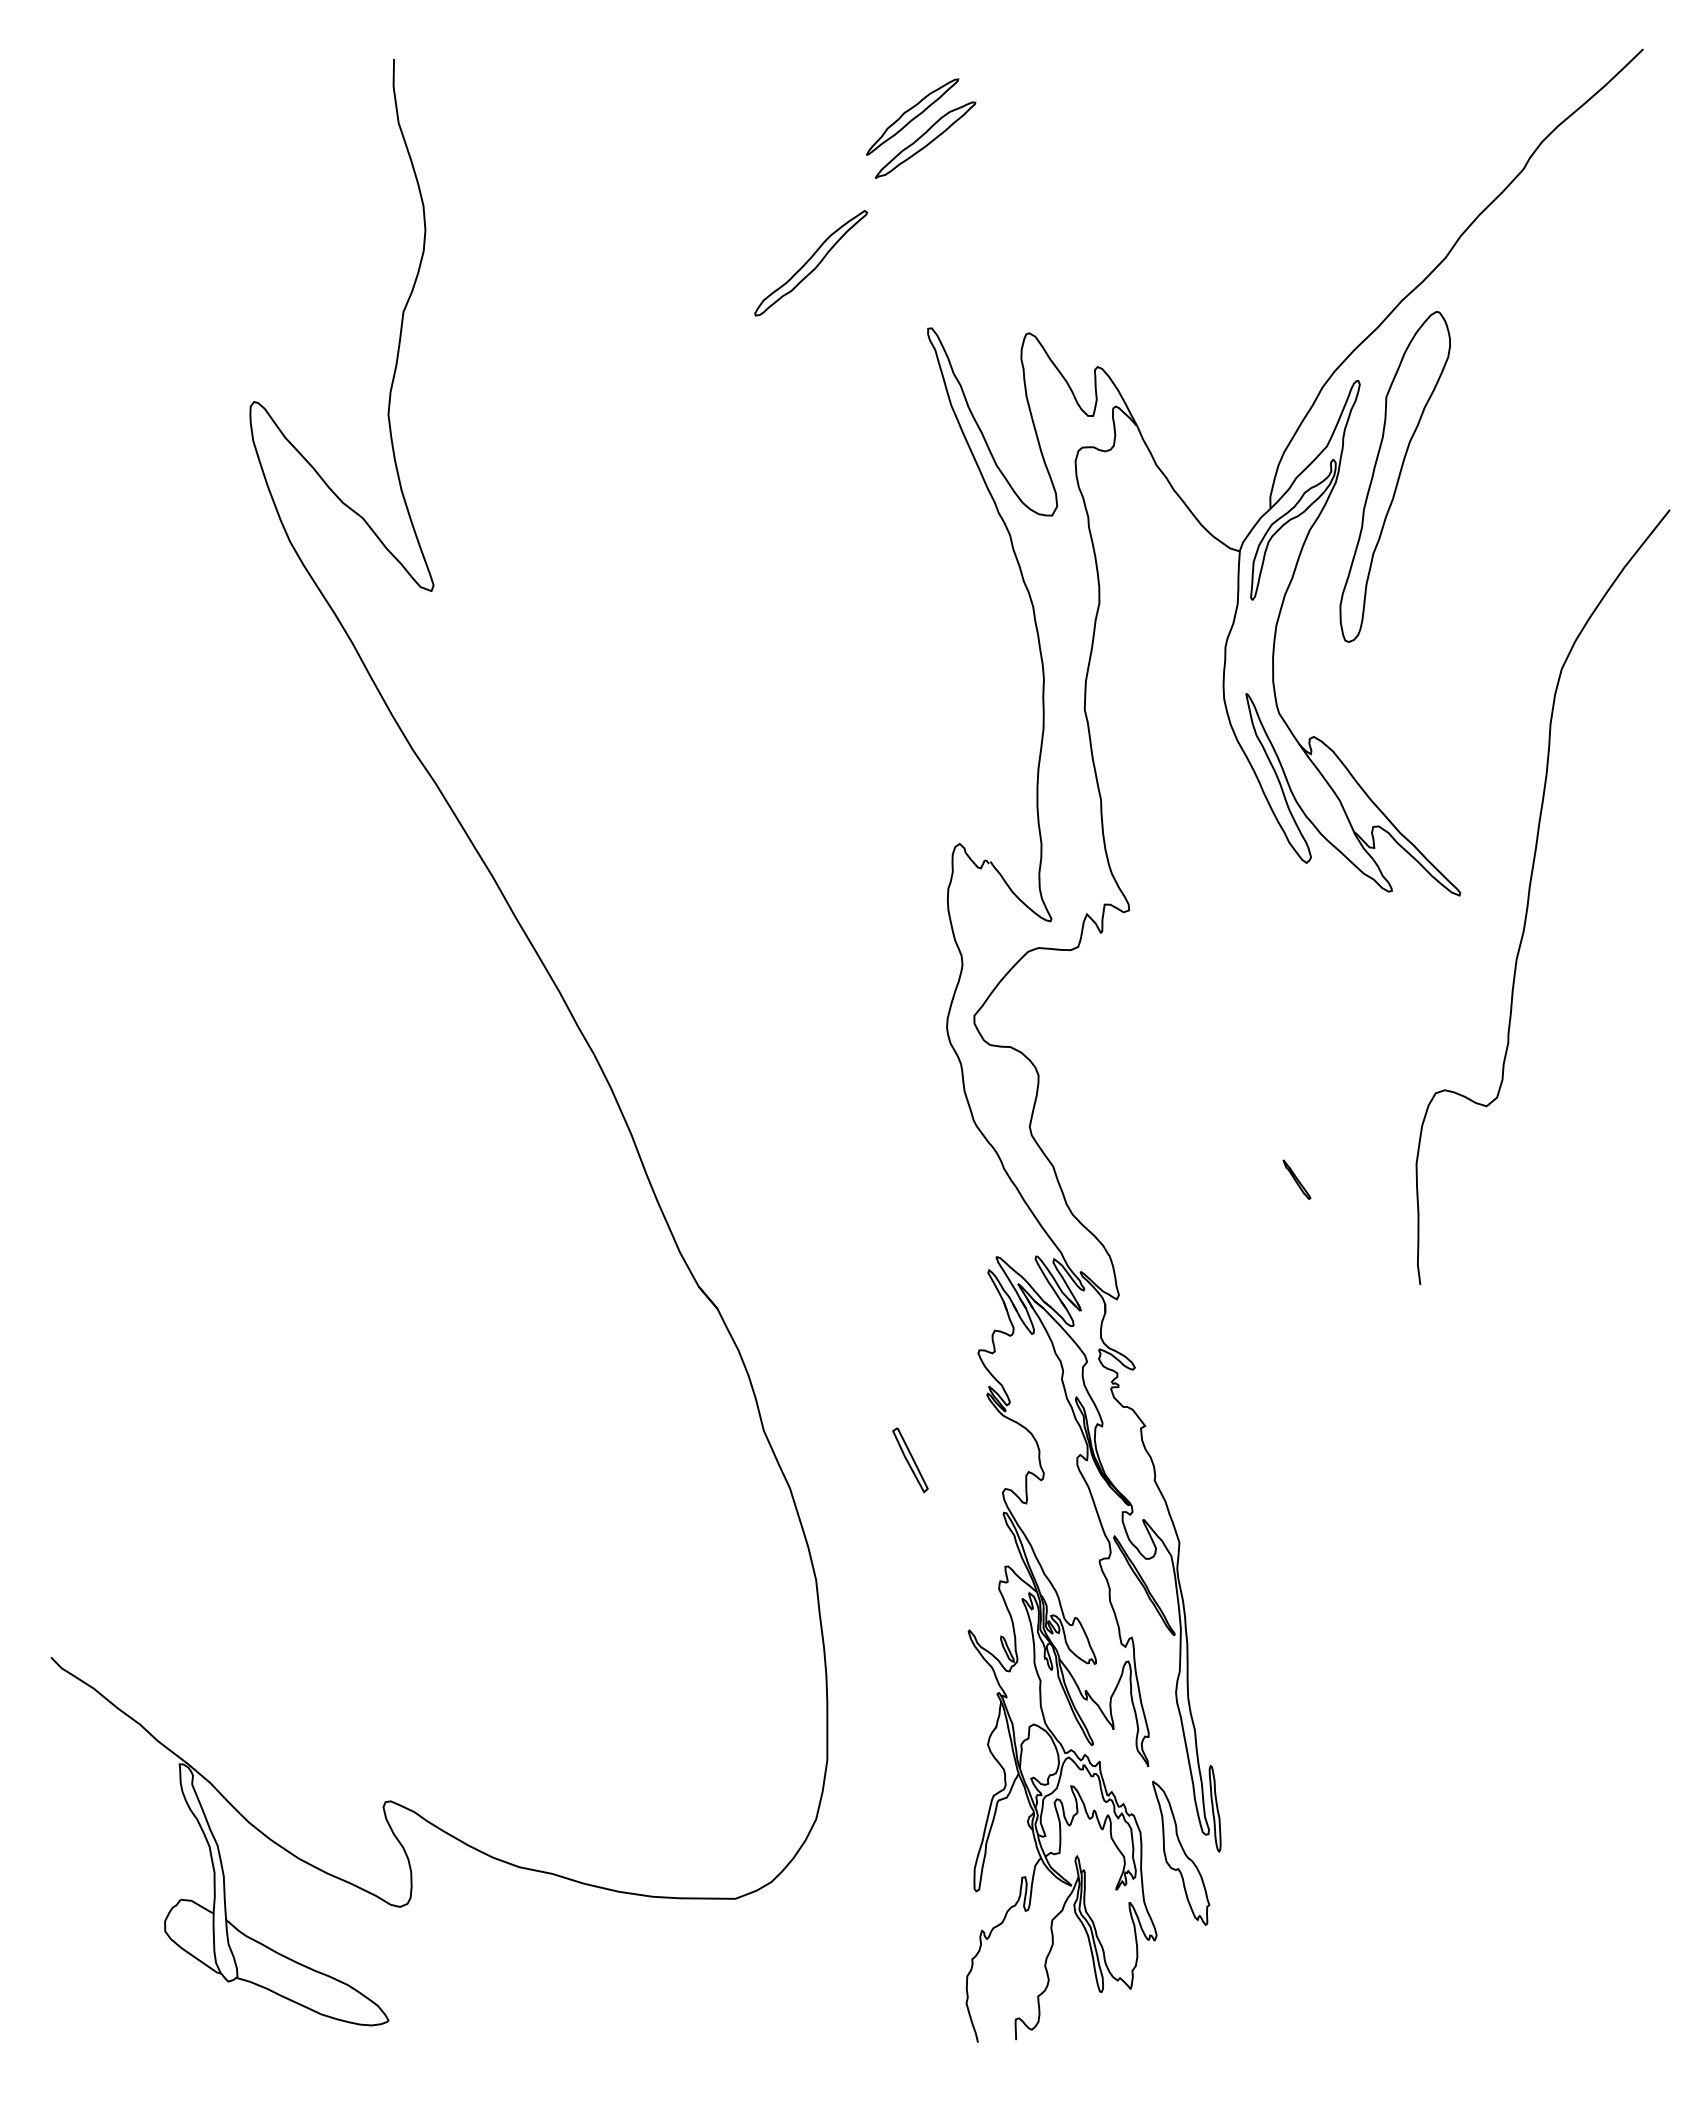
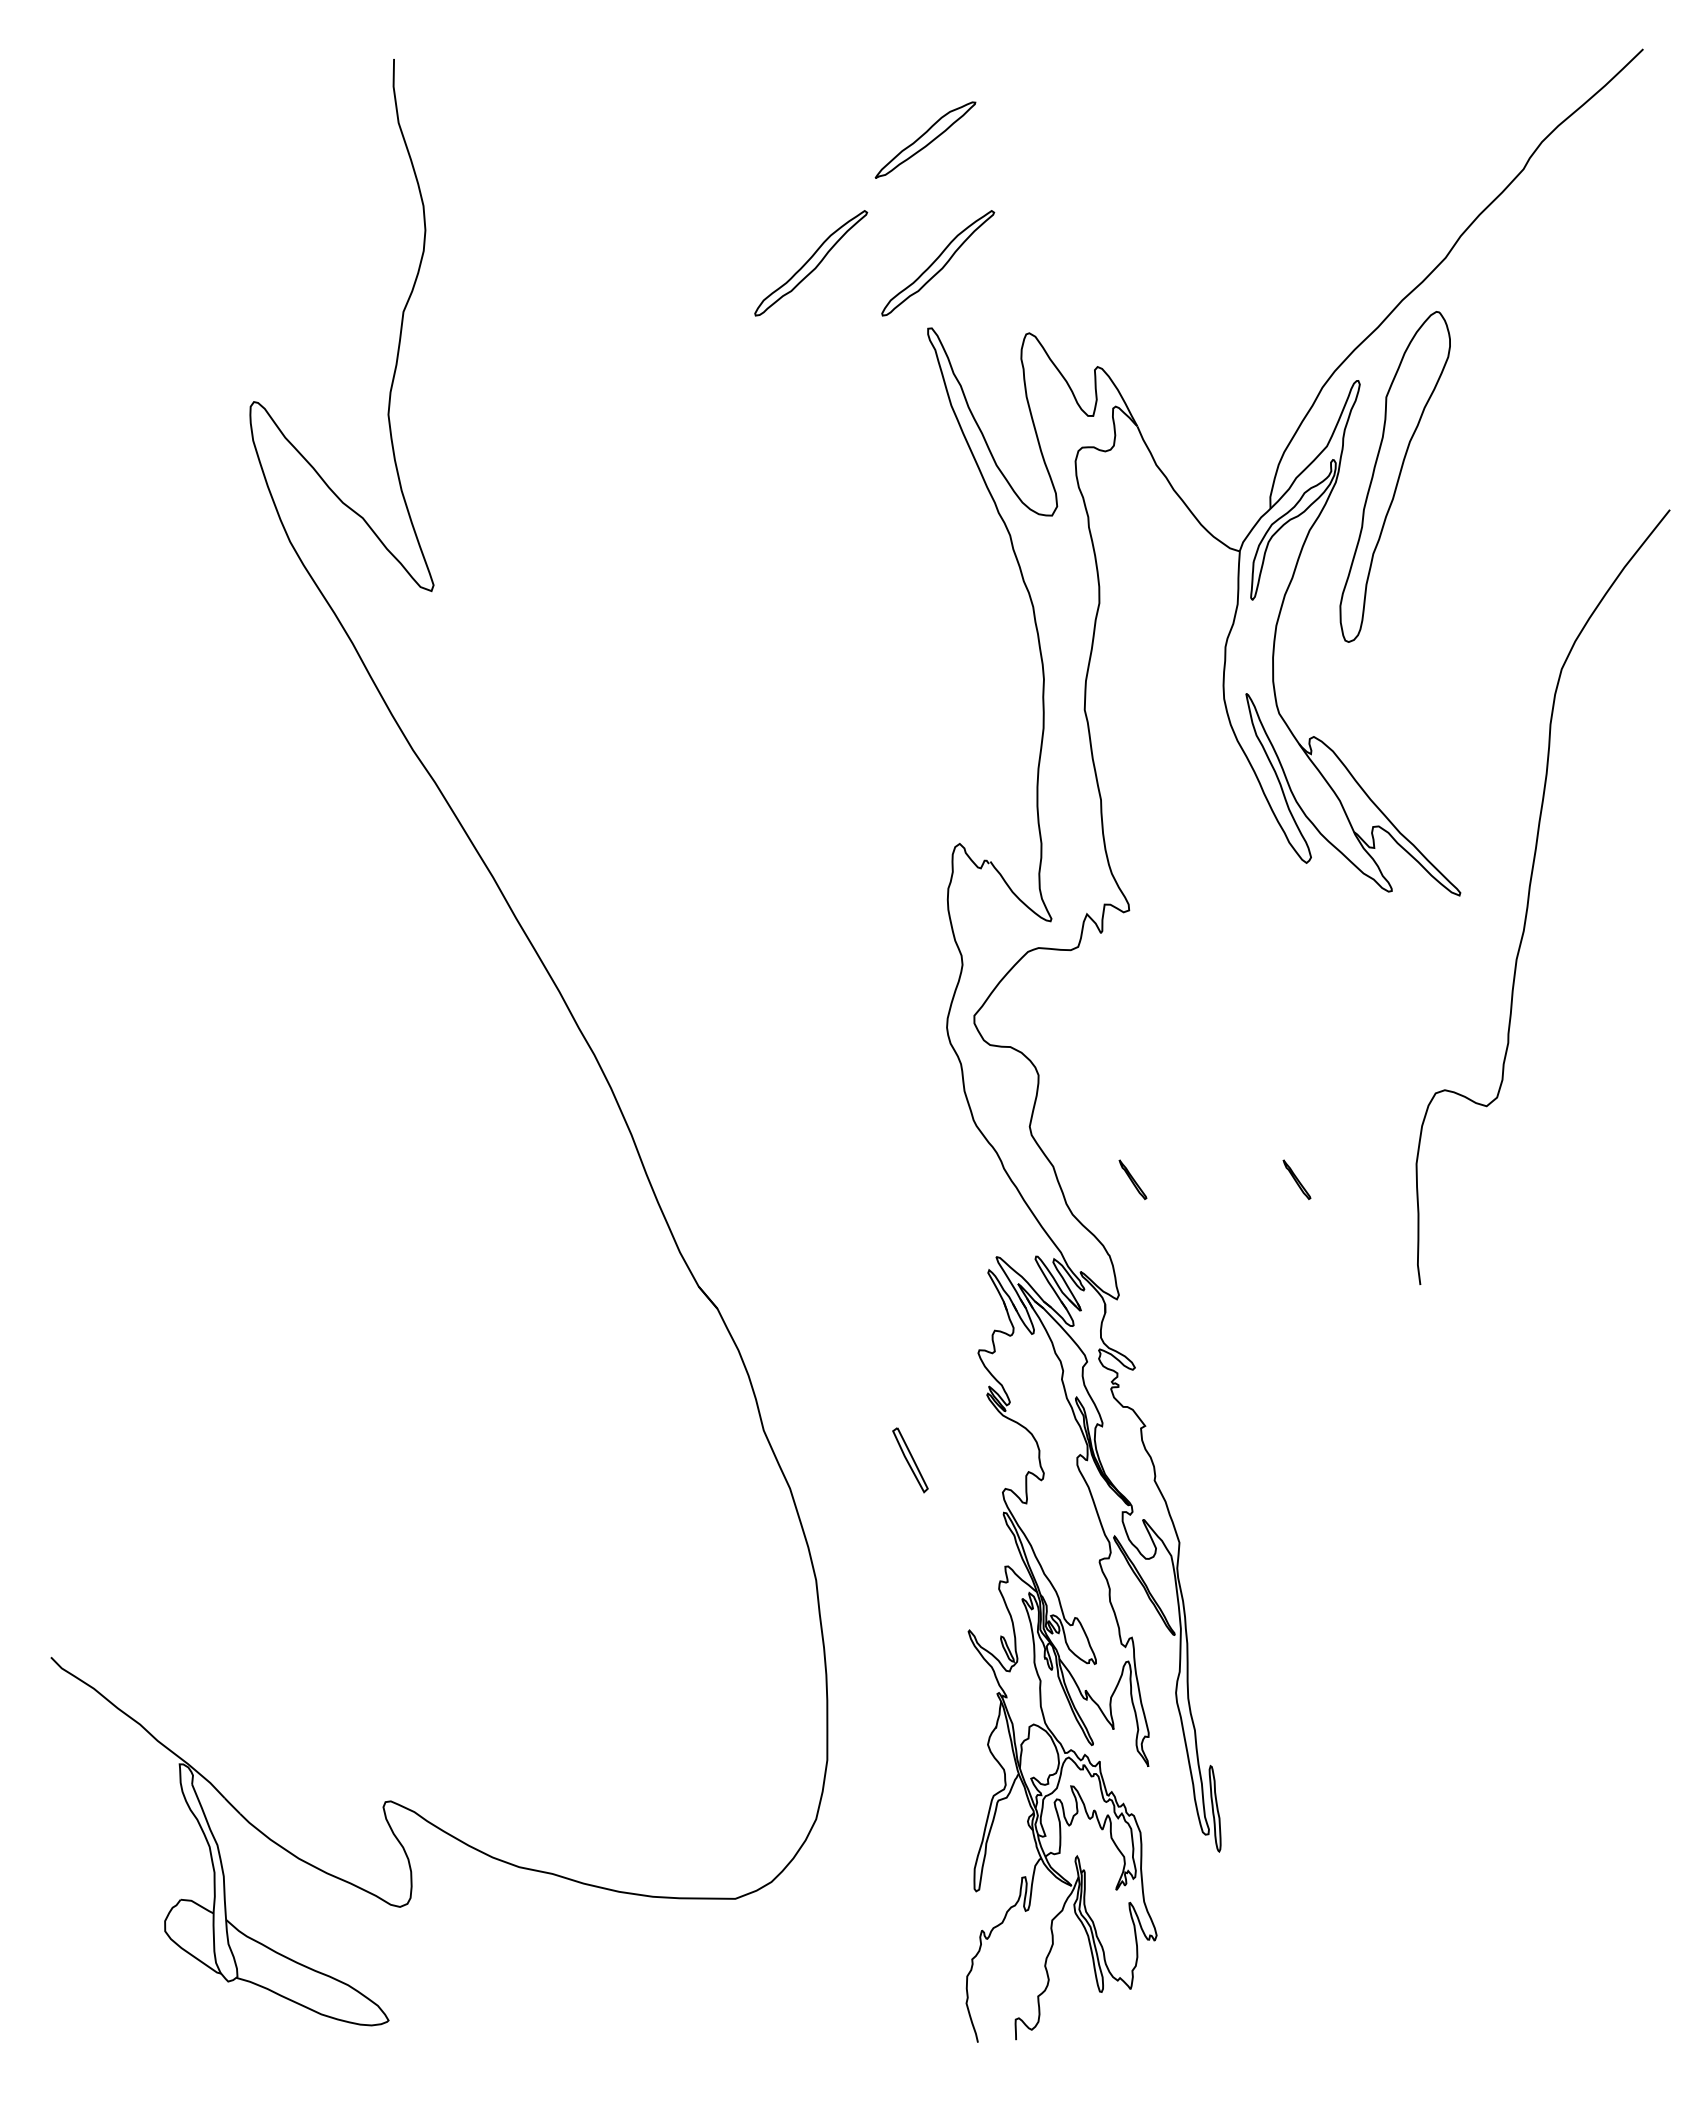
part at (912, 116): present -> none
part at (938, 263): none -> present
part at (1132, 1179): none -> present
part at (1181, 1852): present -> none
